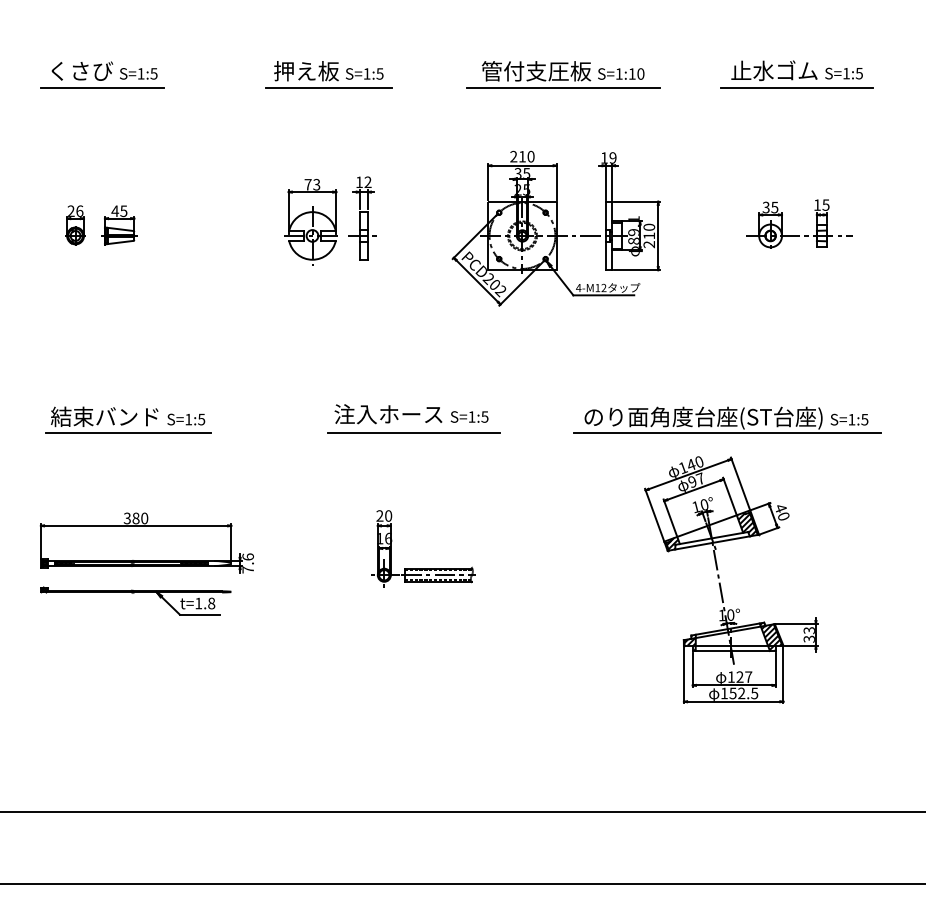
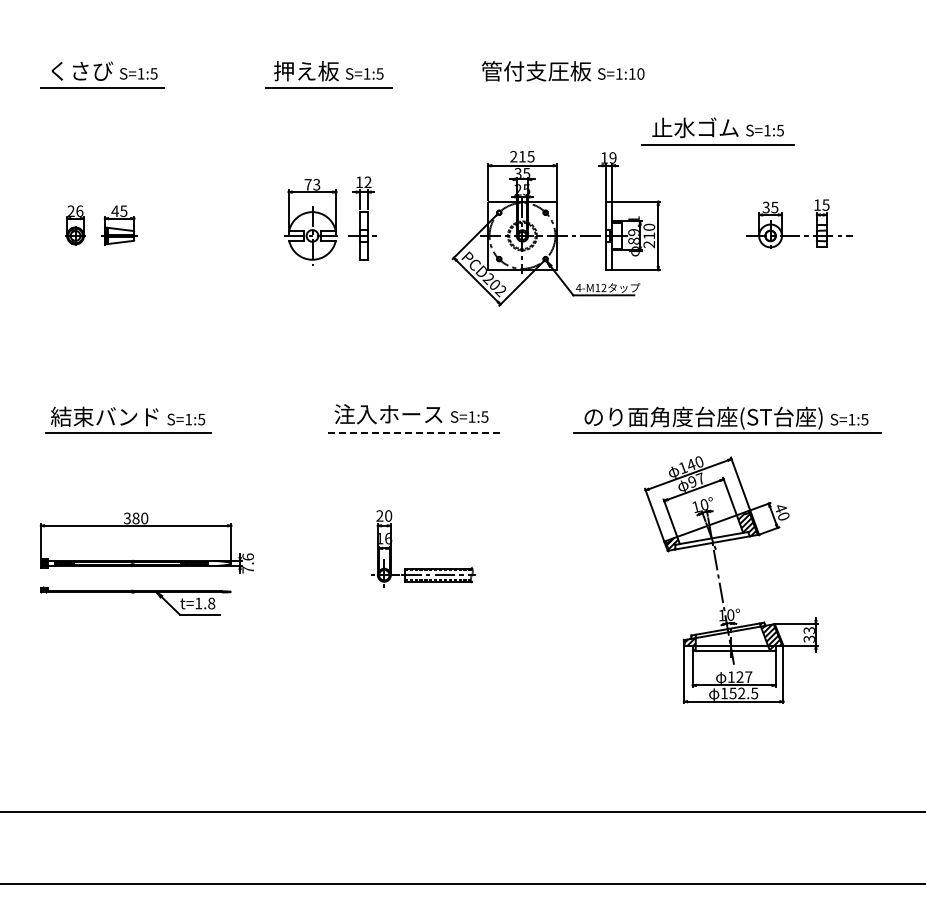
part at (796, 74) position: (796, 74) -> (717, 131)
line at (563, 87): present -> none
text at (530, 156): 210 -> 215
line at (413, 433): solid -> dashed
